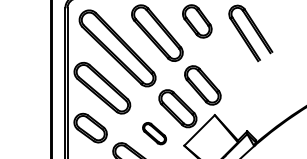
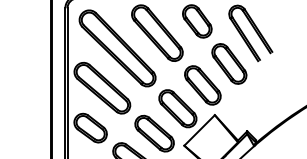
part at (229, 63): none -> present
part at (154, 133) size: 25x24 px -> 41x39 px
